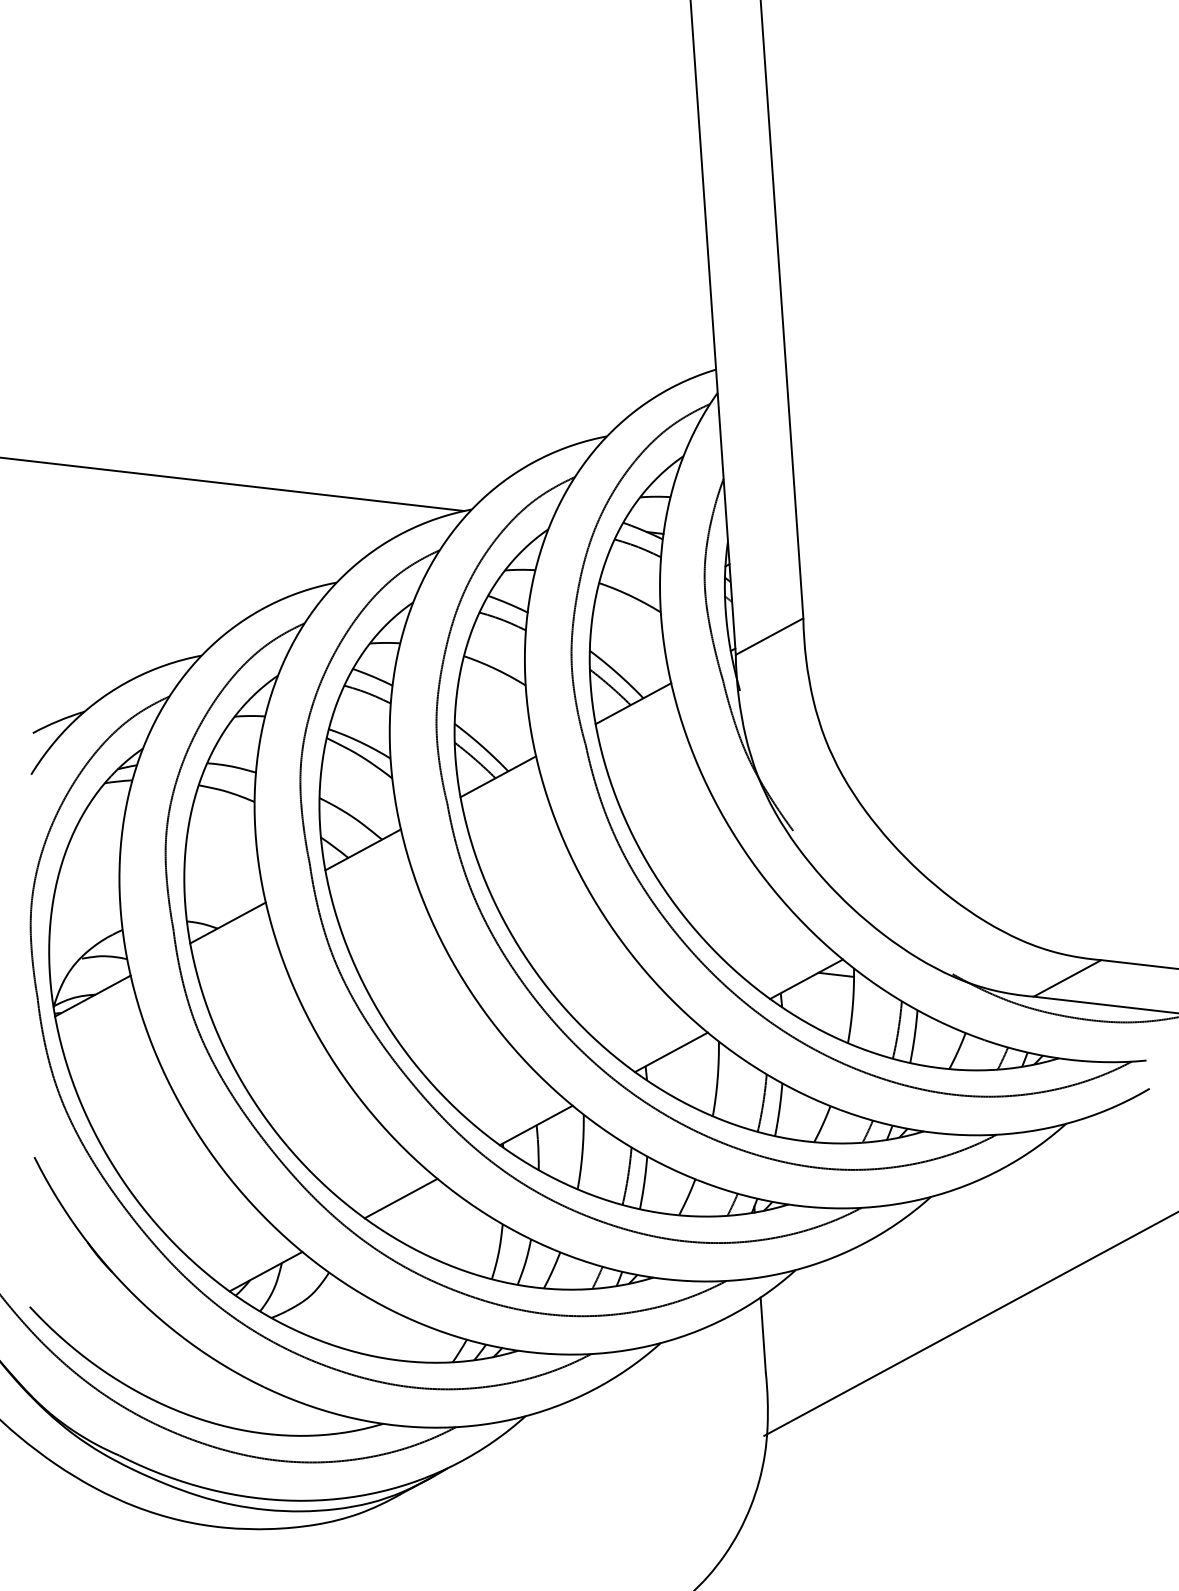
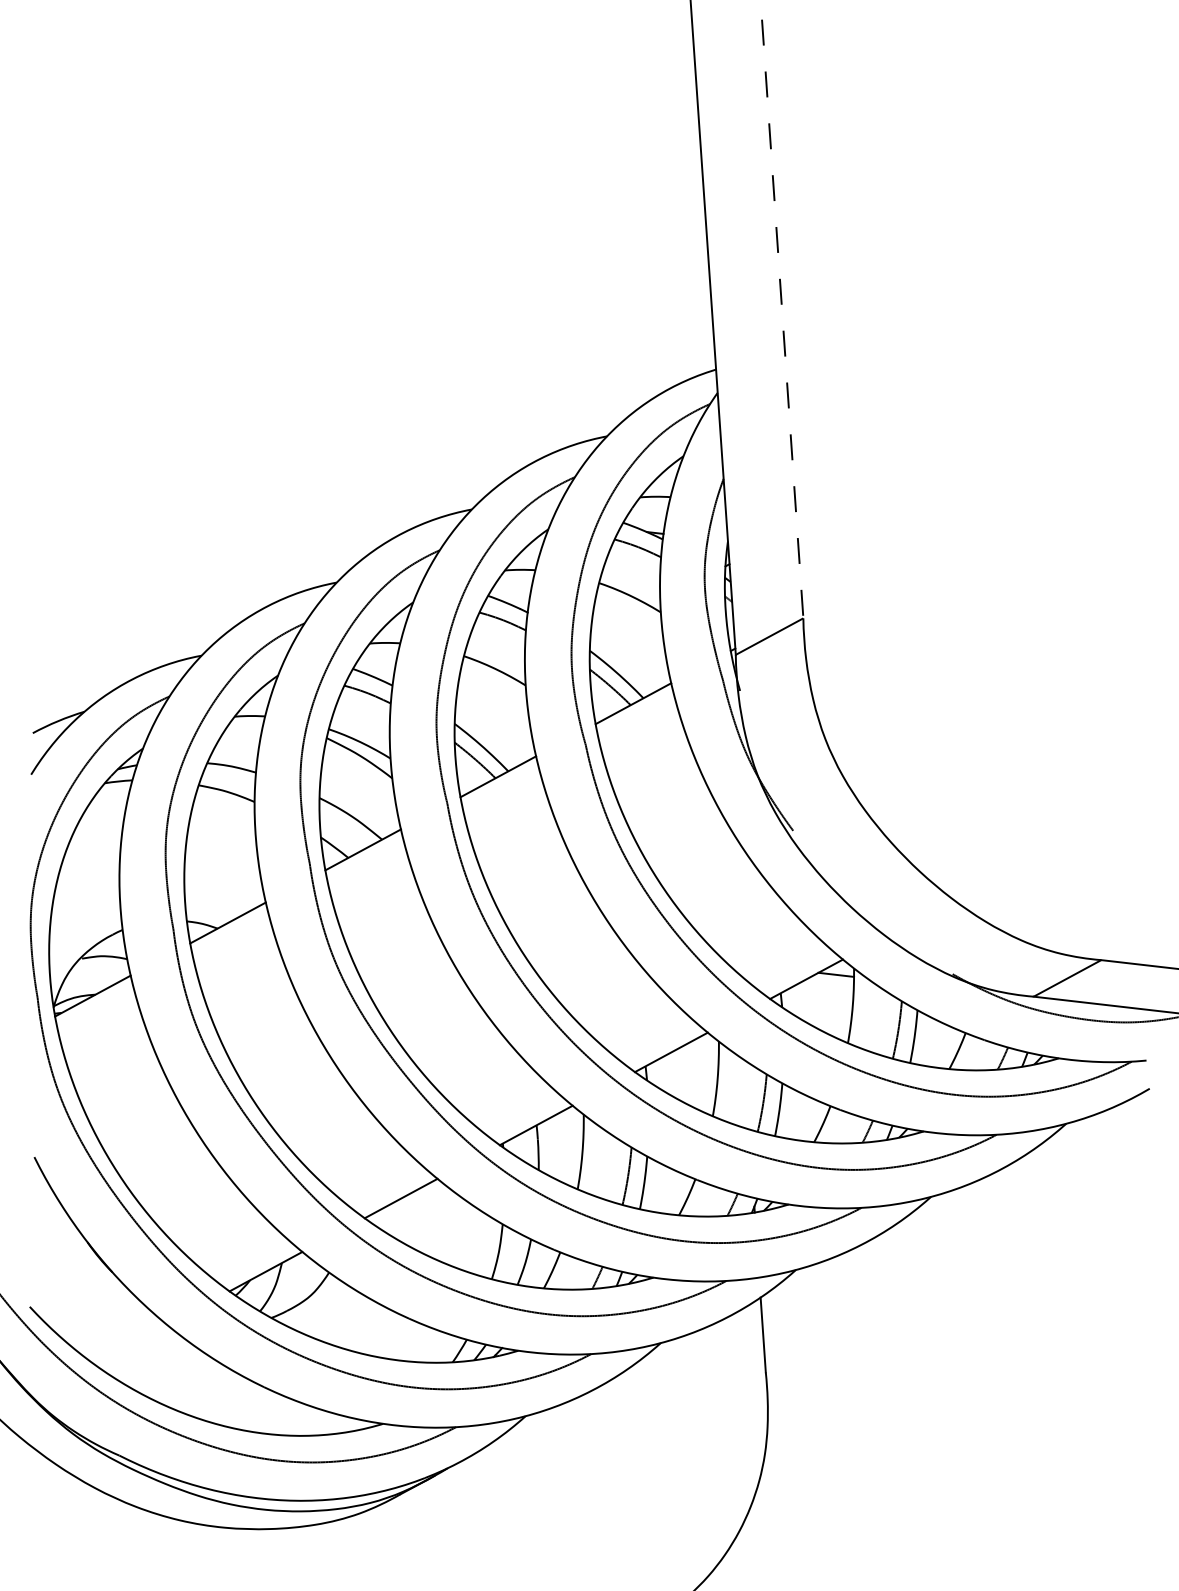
line at (782, 310): solid -> dashed
line at (233, 484): present -> none
line at (969, 1324): present -> none
